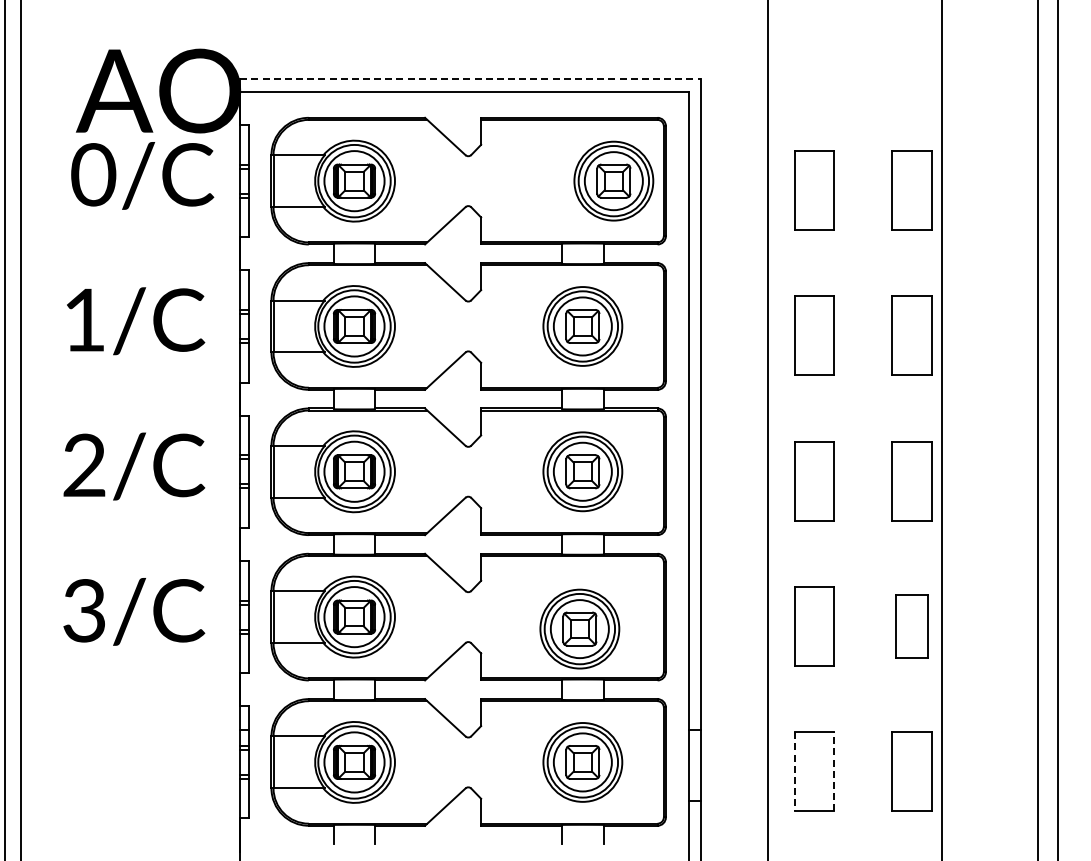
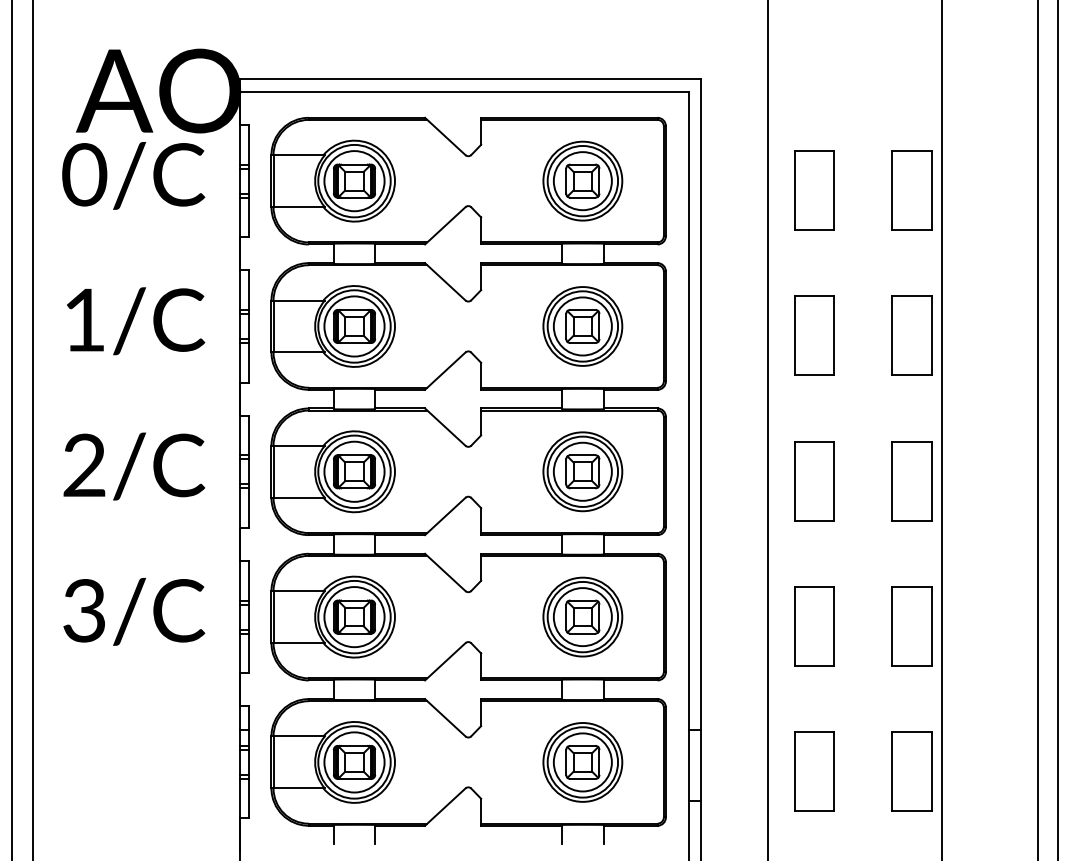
line at (471, 79): dashed -> solid
text at (142, 175) position: (142, 175) -> (133, 175)
part at (613, 180) position: (613, 180) -> (582, 180)
line at (4, 429) position: (4, 429) -> (11, 429)
line at (20, 429) position: (20, 429) -> (32, 429)
part at (911, 626) size: 34x65 px -> 42x81 px
part at (579, 628) position: (579, 628) -> (582, 616)
line at (834, 771): dashed -> solid
line at (794, 772): dashed -> solid
